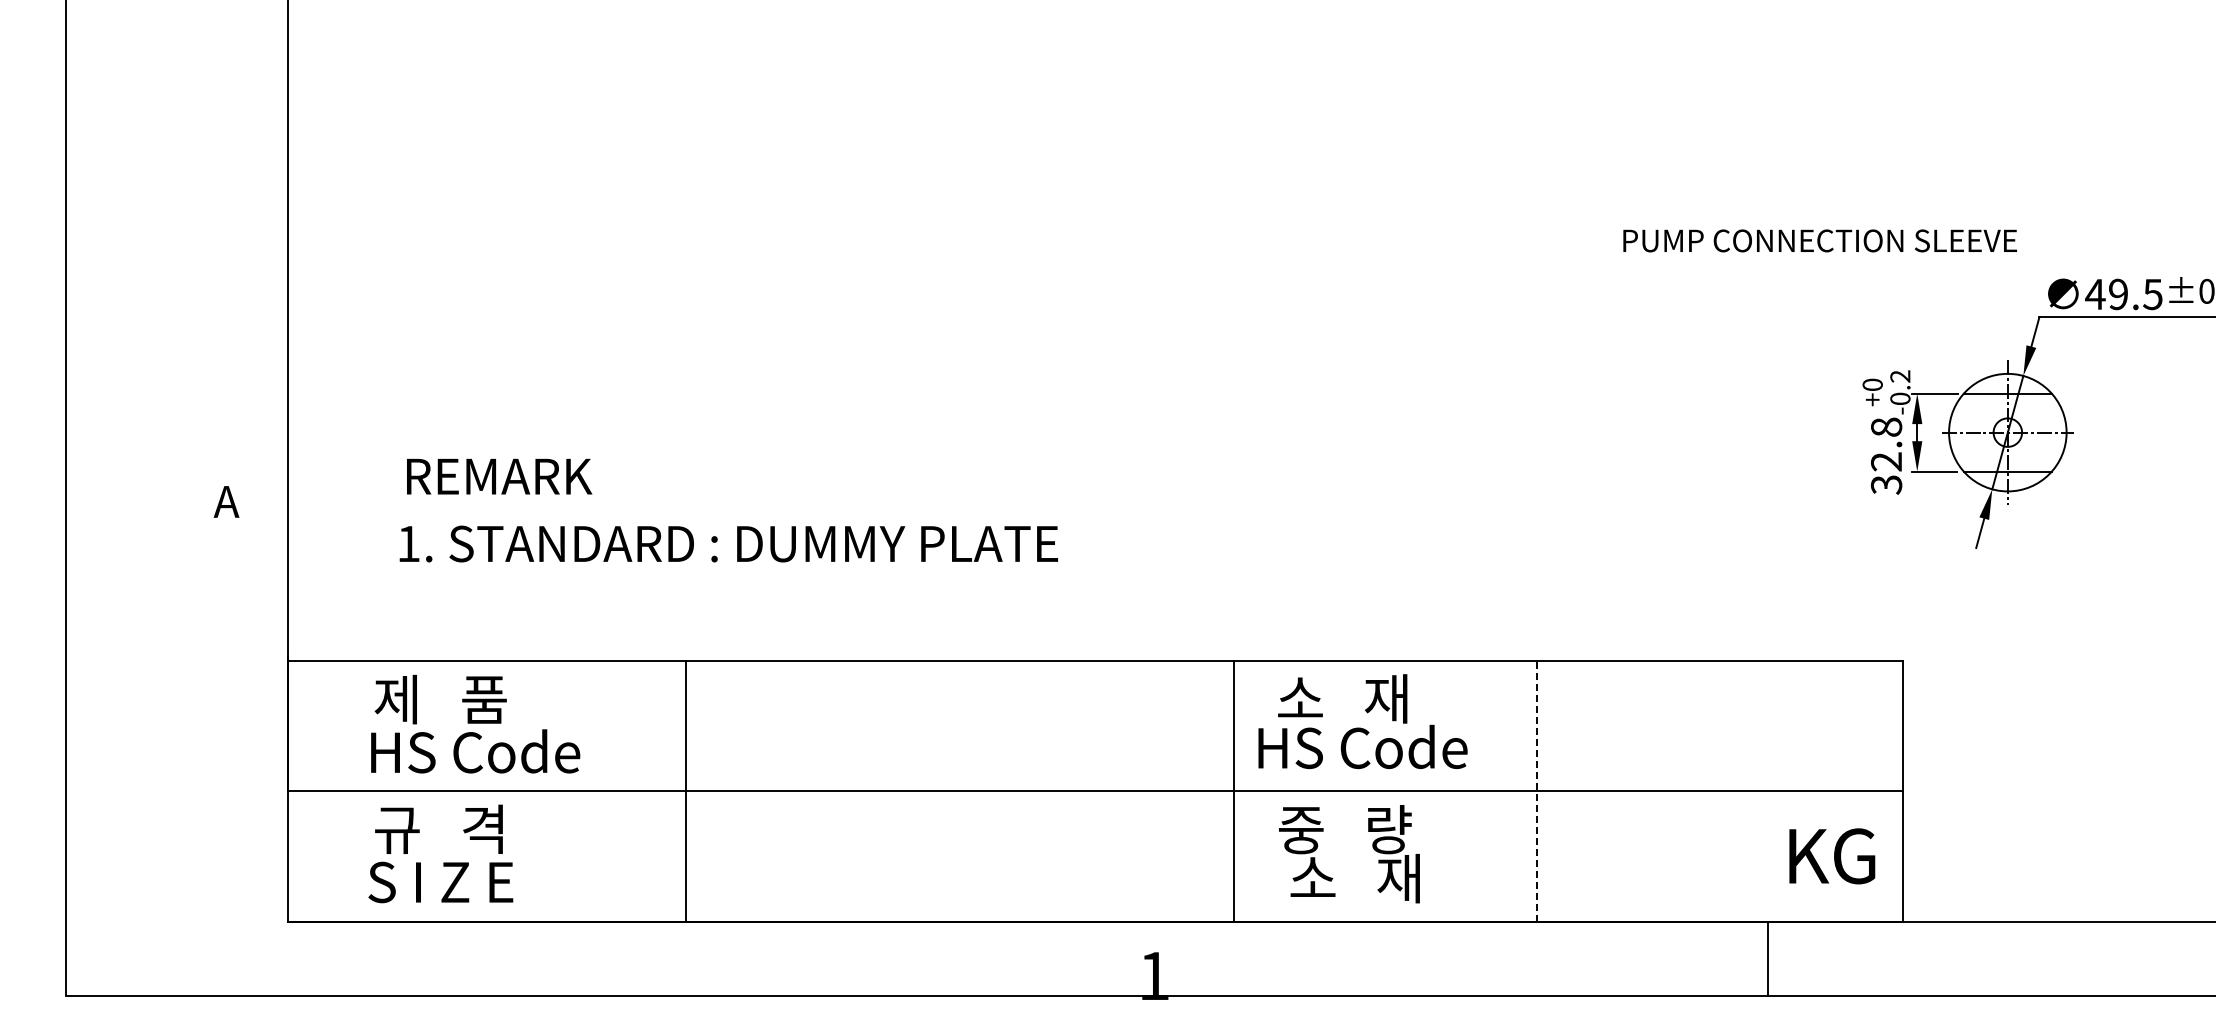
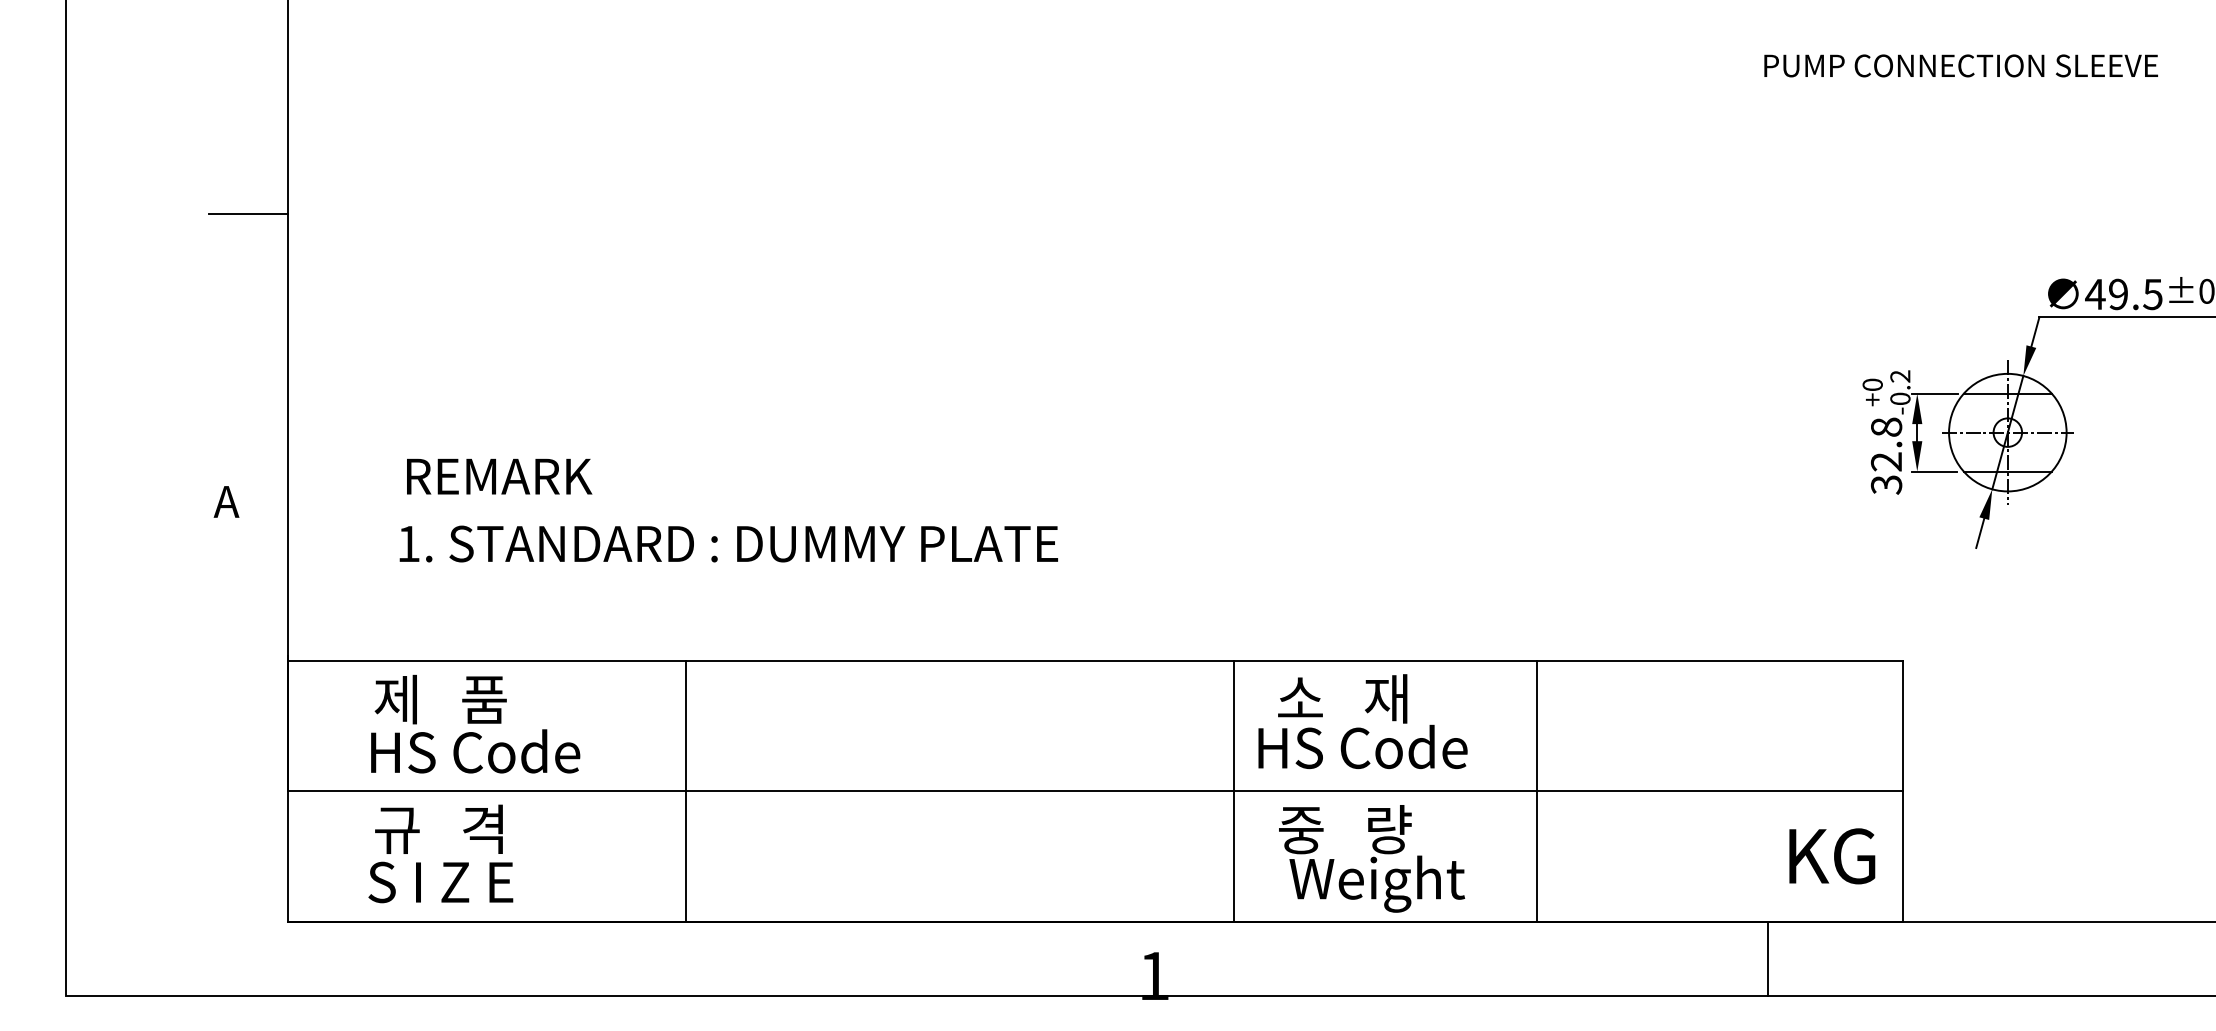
line at (248, 214): none -> present
text at (1819, 240) position: (1819, 240) -> (1960, 65)
line at (1537, 791): dashed -> solid
text at (1377, 883): 소   재 -> Weight
